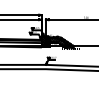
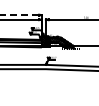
line at (19, 15): solid -> dashed
